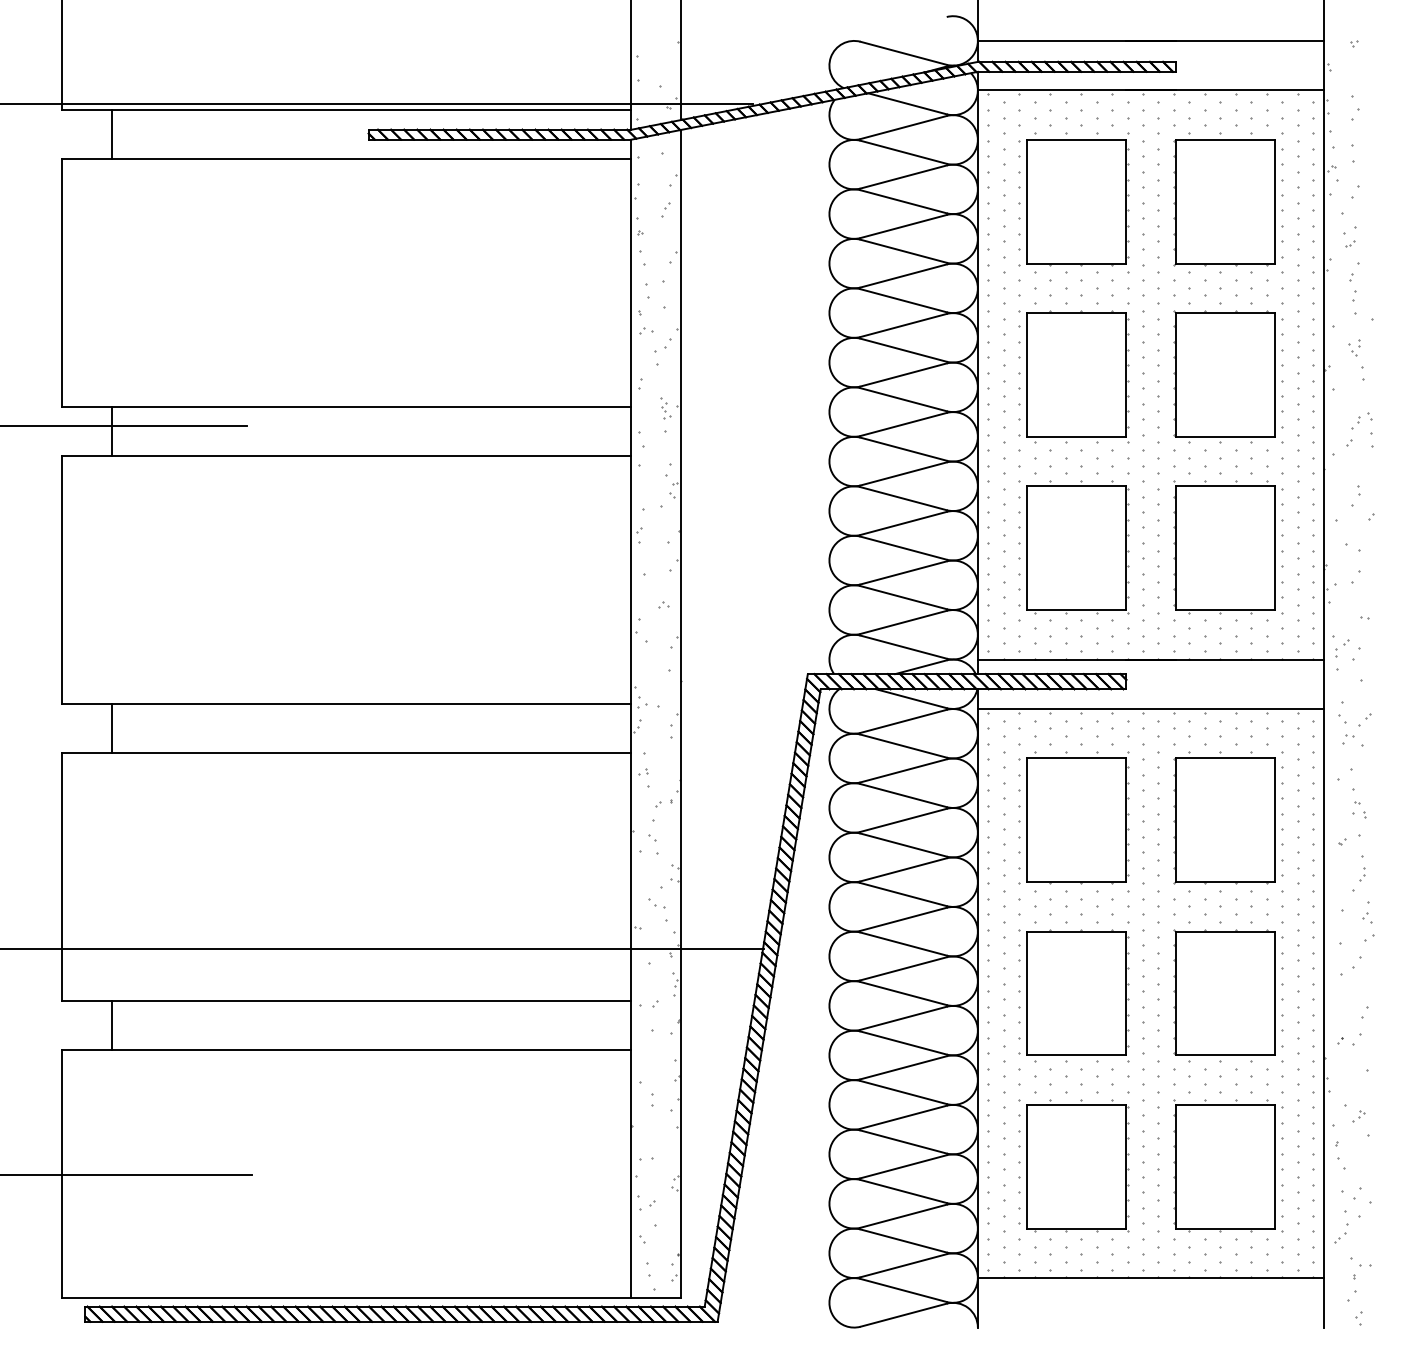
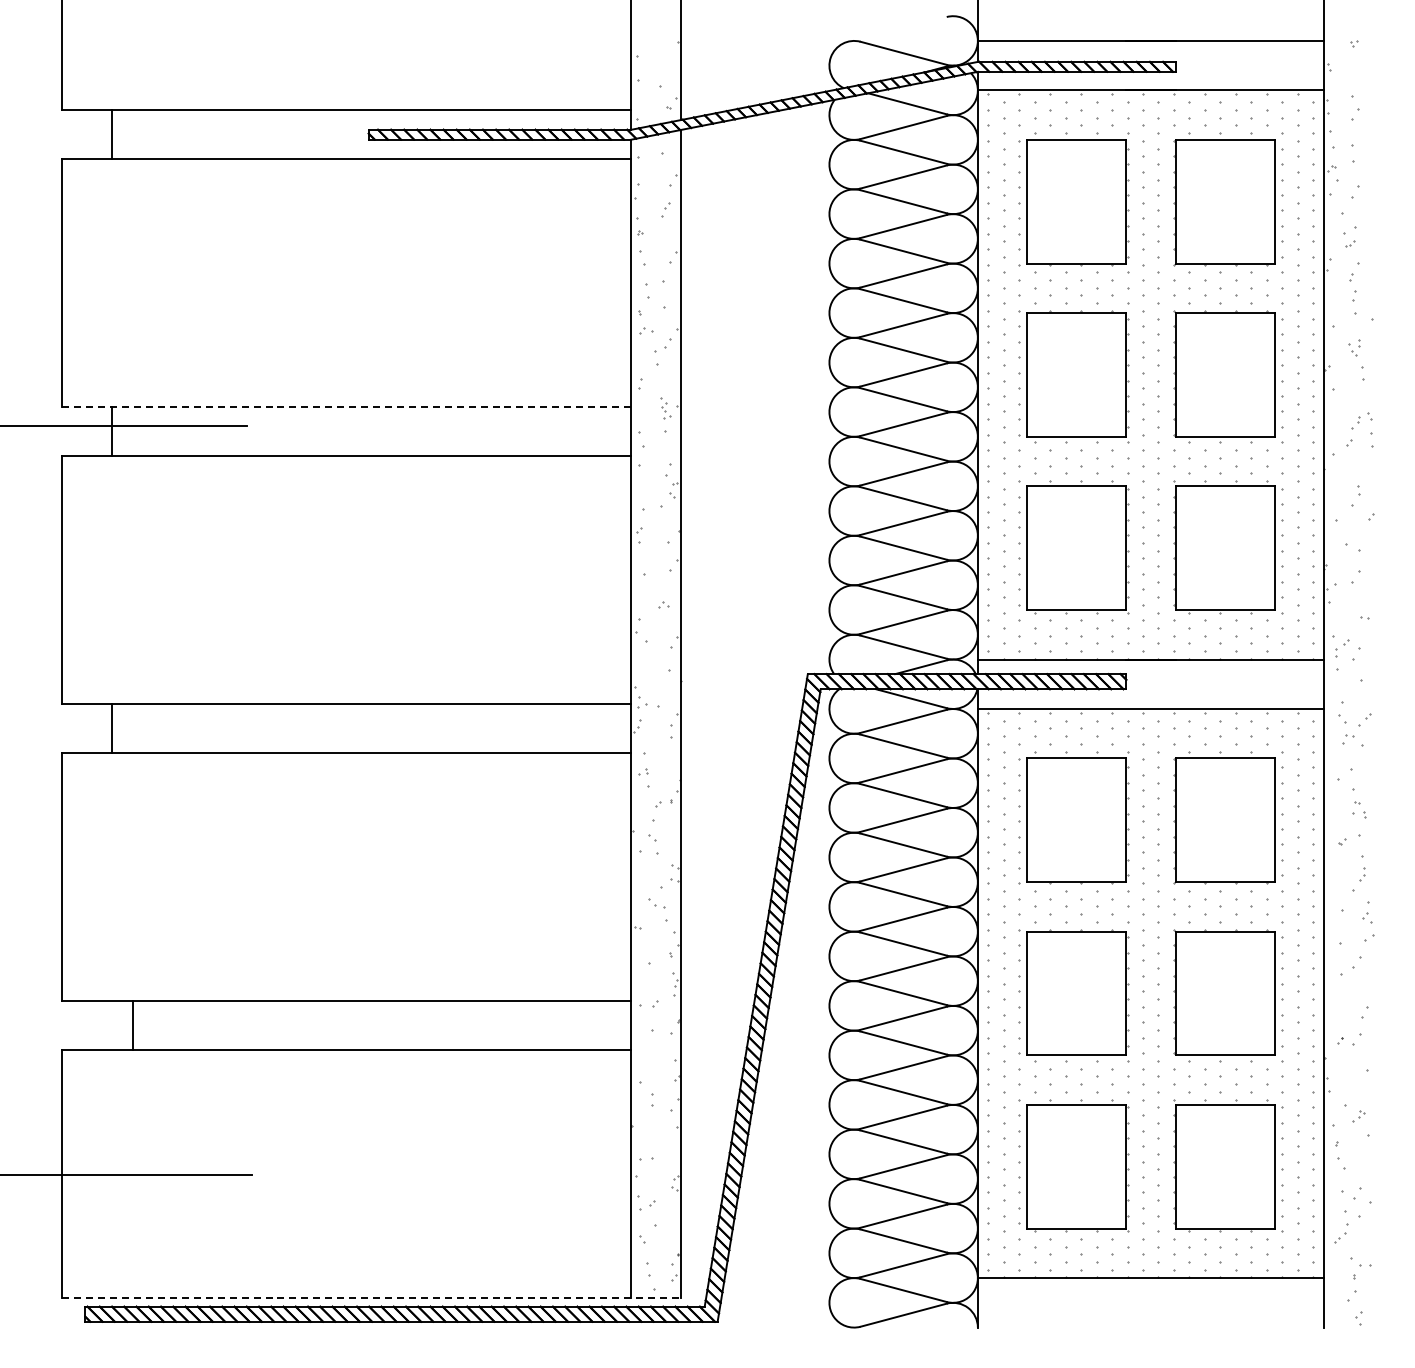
line at (377, 103): present -> none
line at (346, 406): solid -> dashed
line at (382, 948): present -> none
line at (111, 1025) position: (111, 1025) -> (132, 1025)
line at (372, 1297): solid -> dashed
